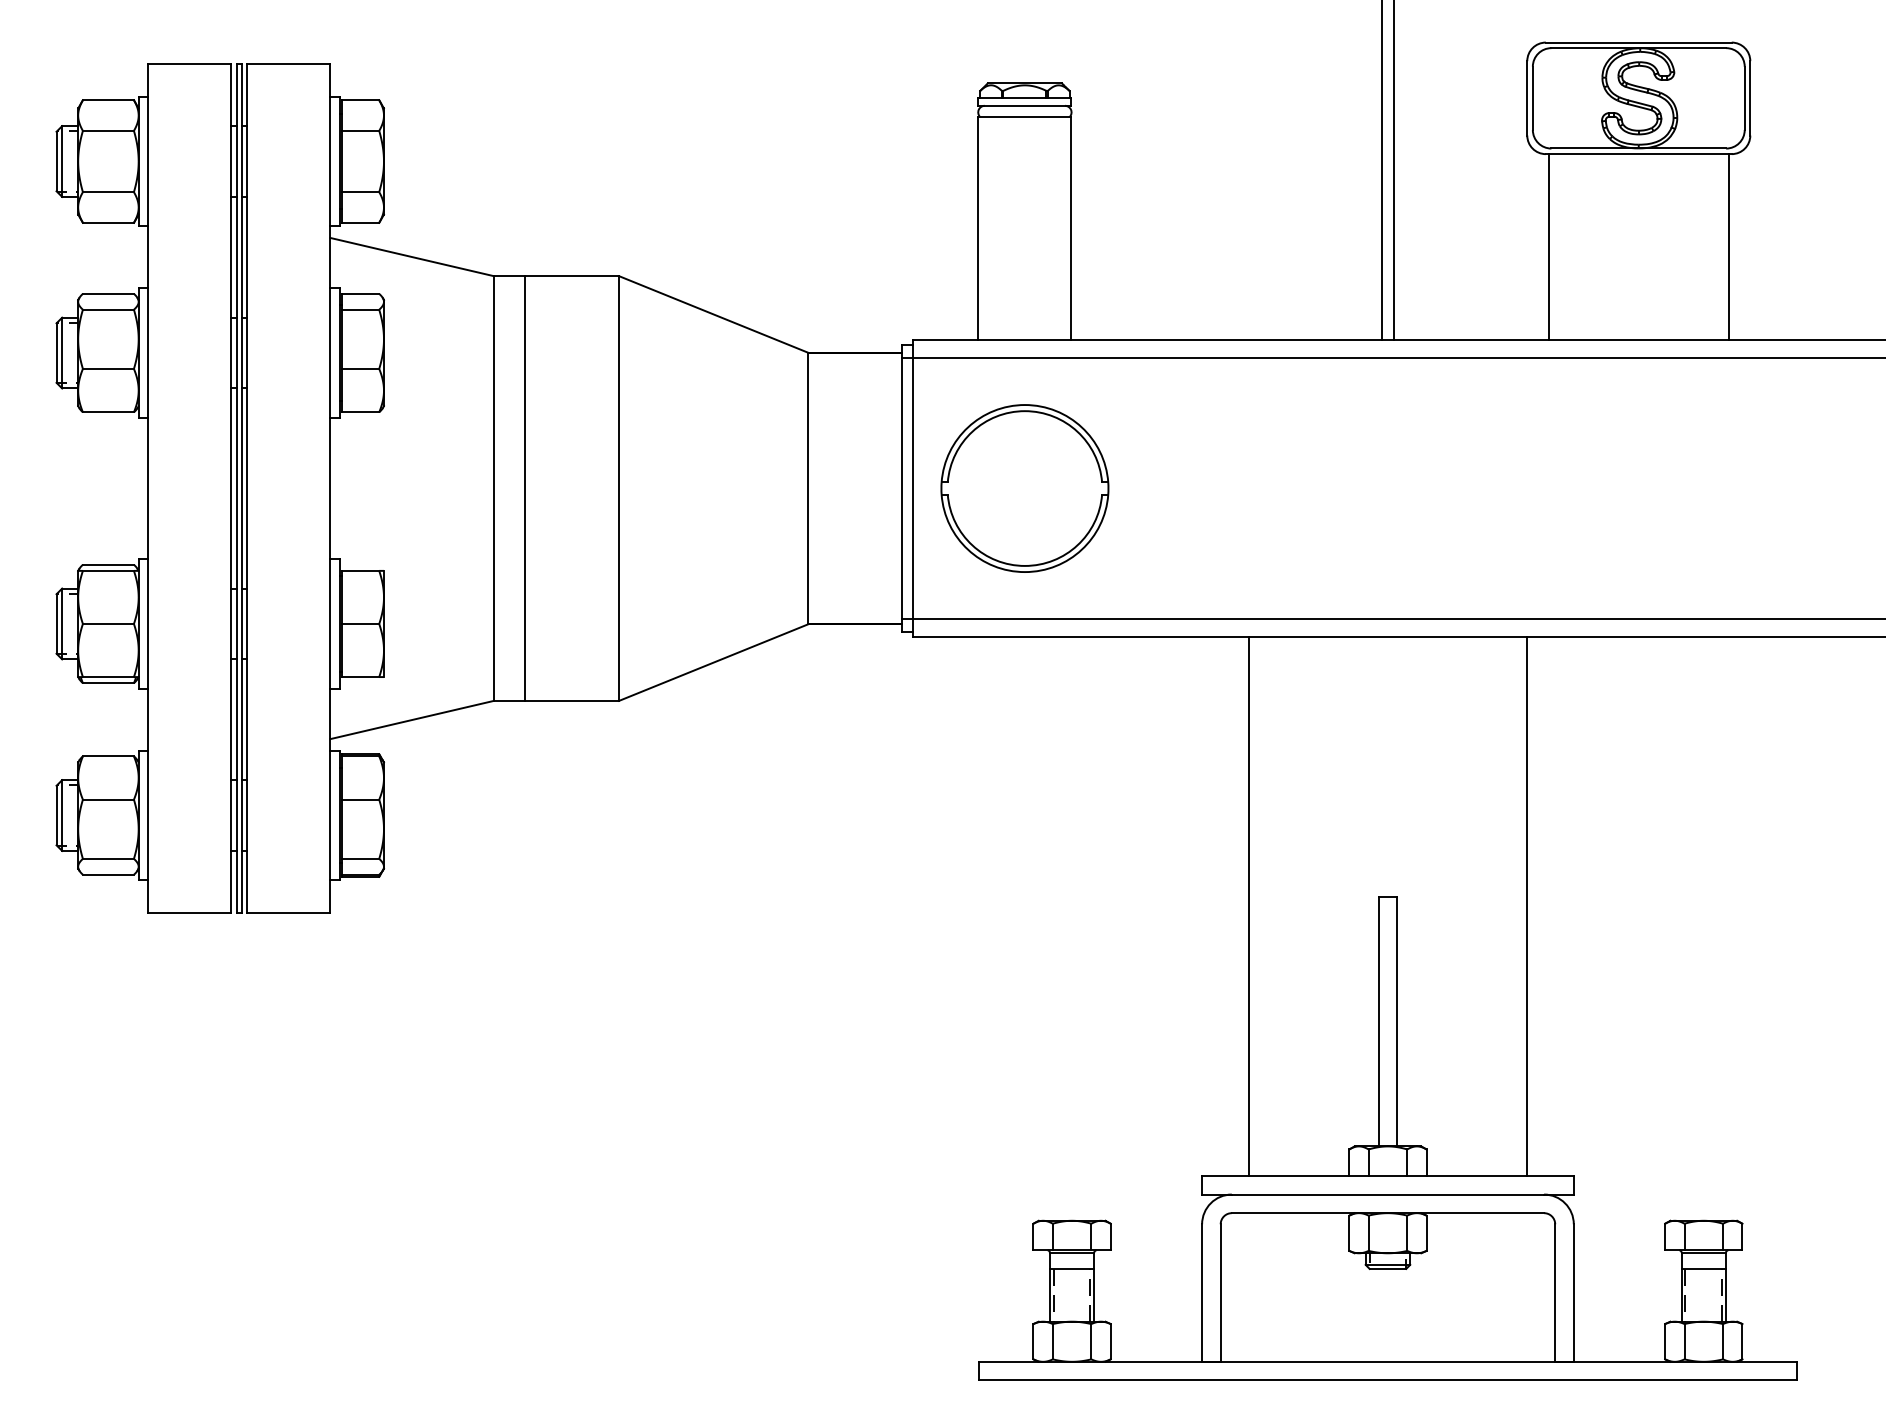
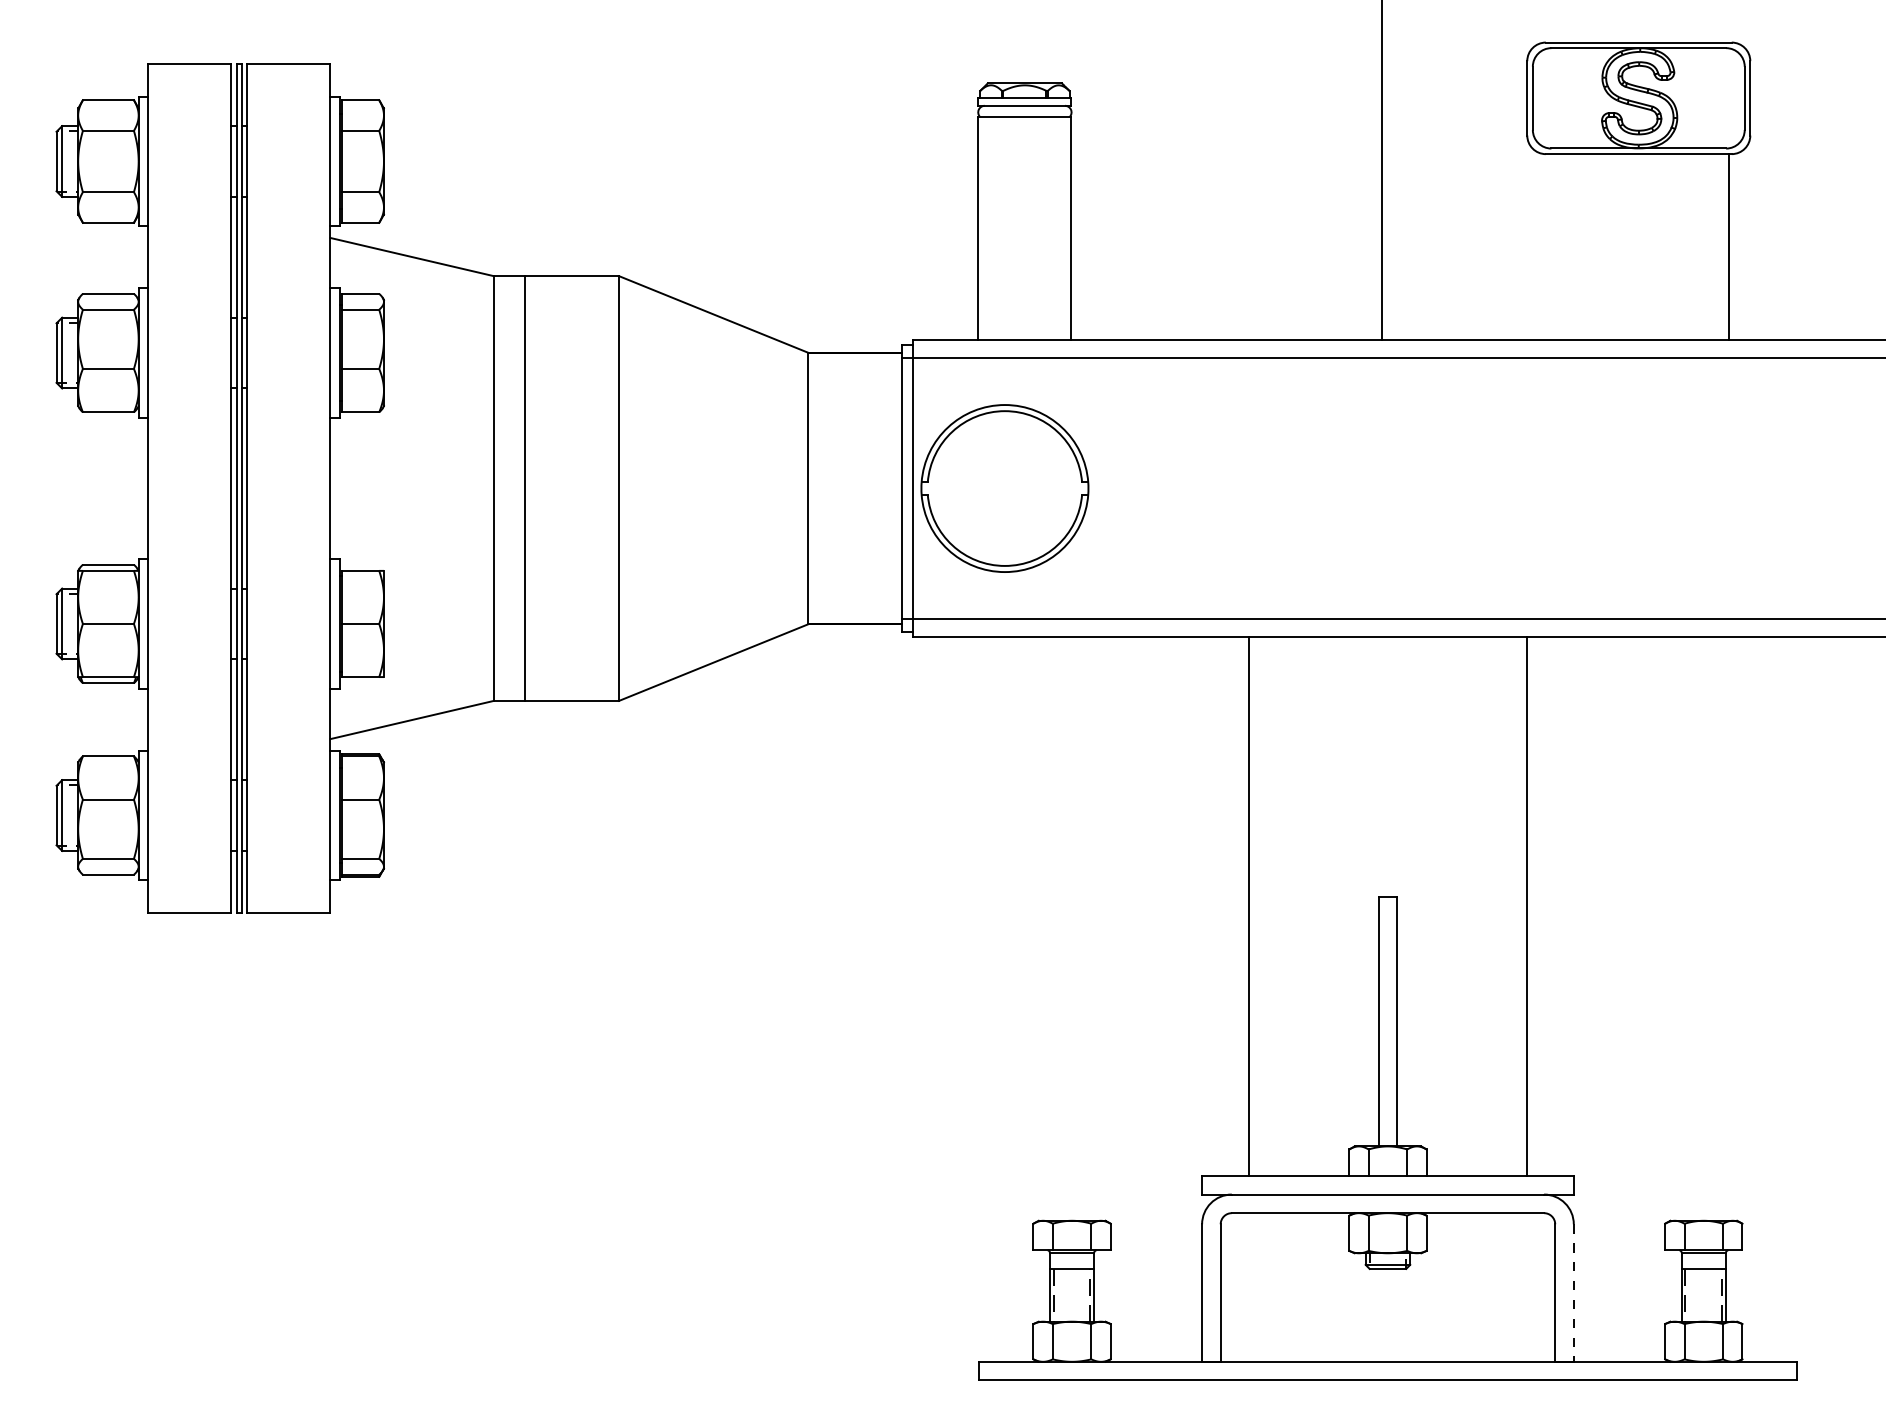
line at (1393, 170): present -> none
line at (1549, 246): present -> none
part at (1024, 488) position: (1024, 488) -> (1004, 488)
line at (1573, 1293): solid -> dashed
